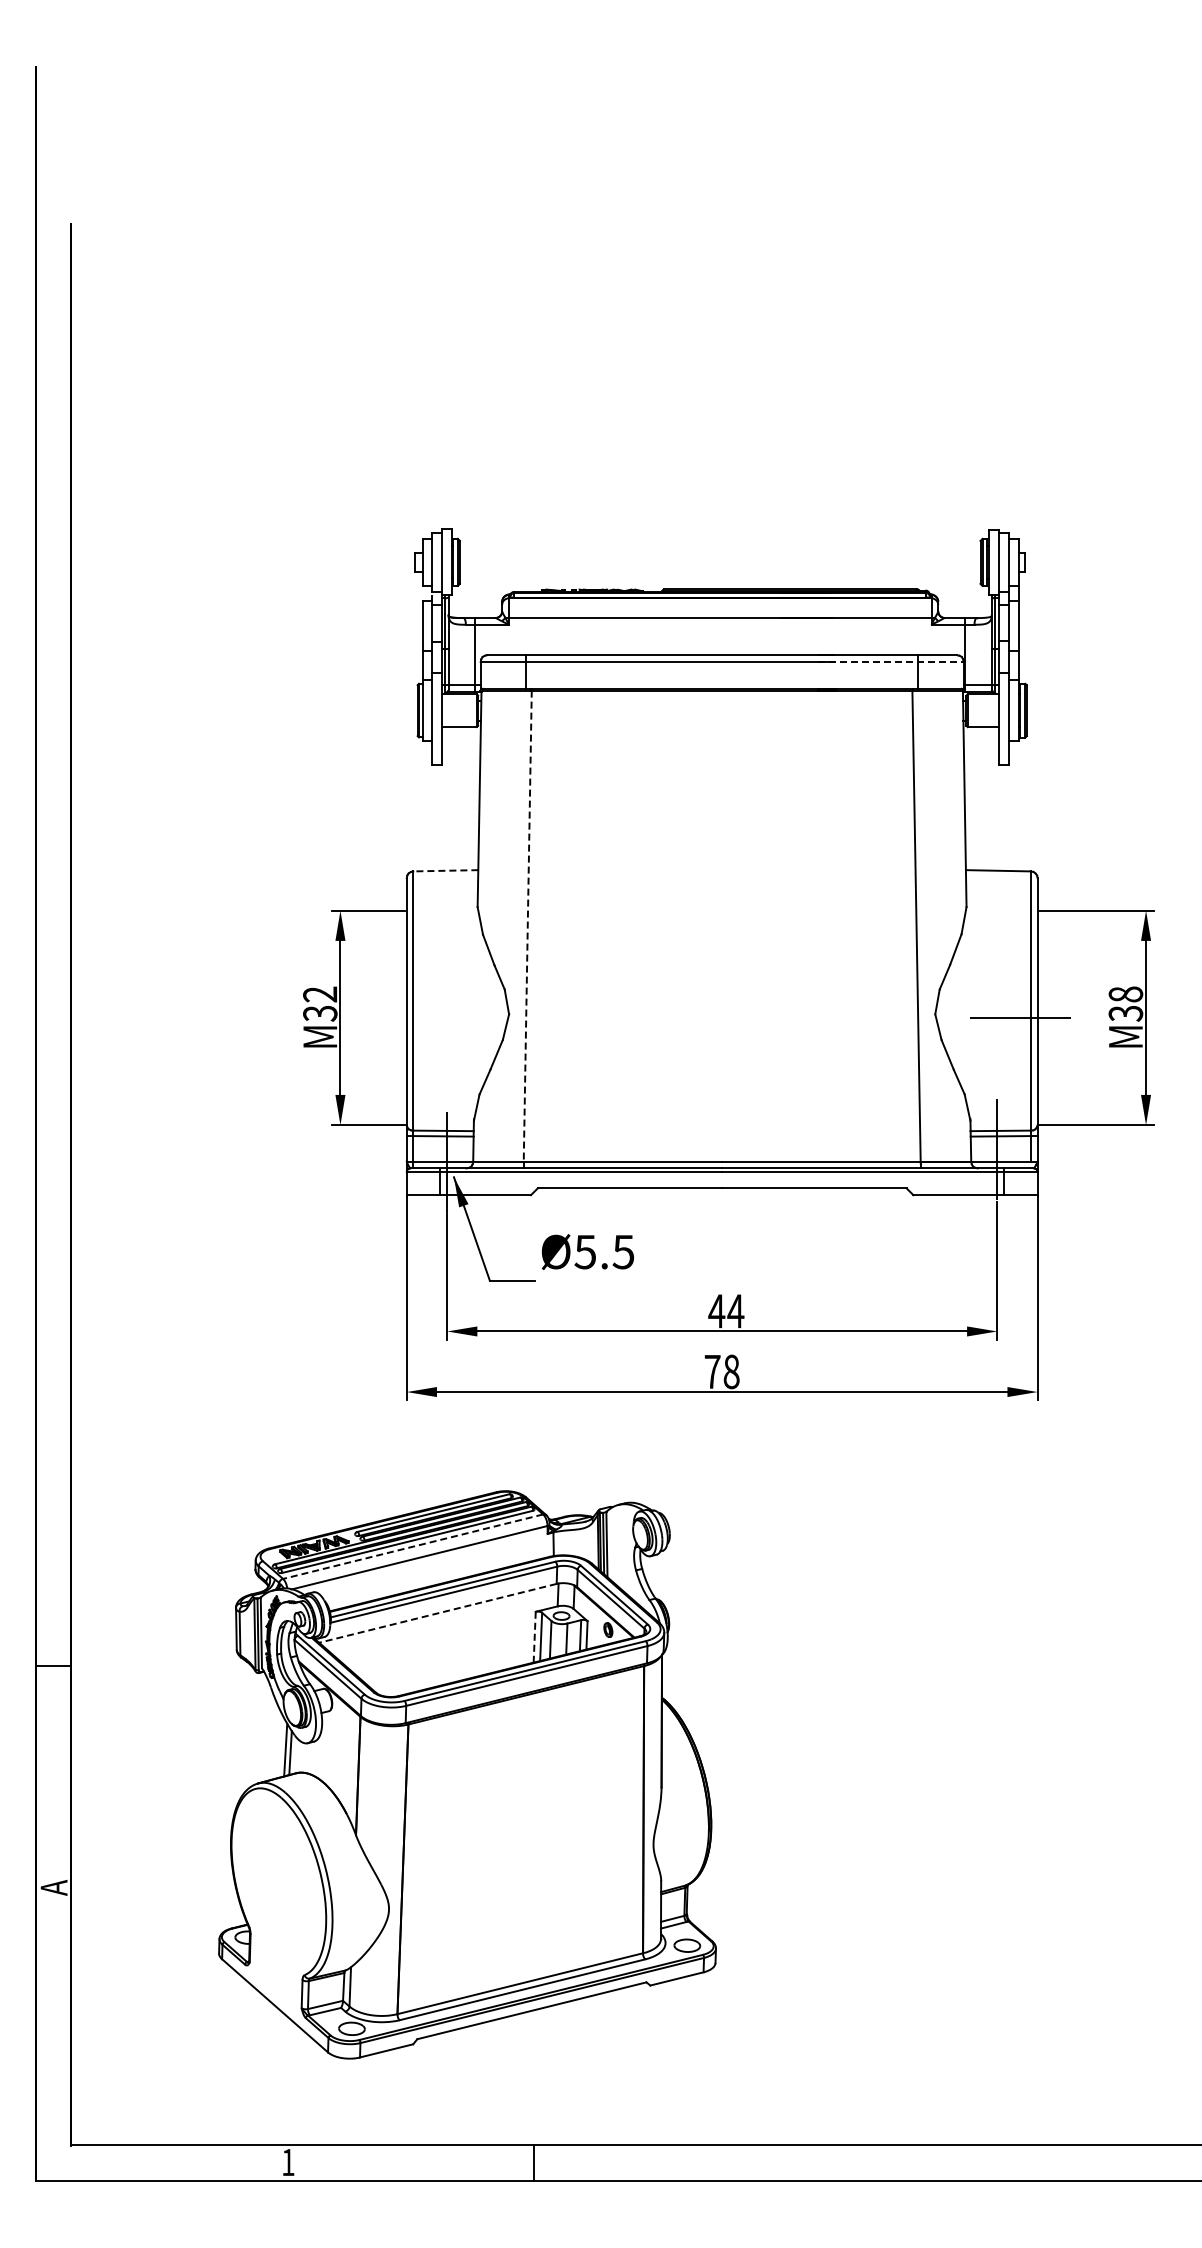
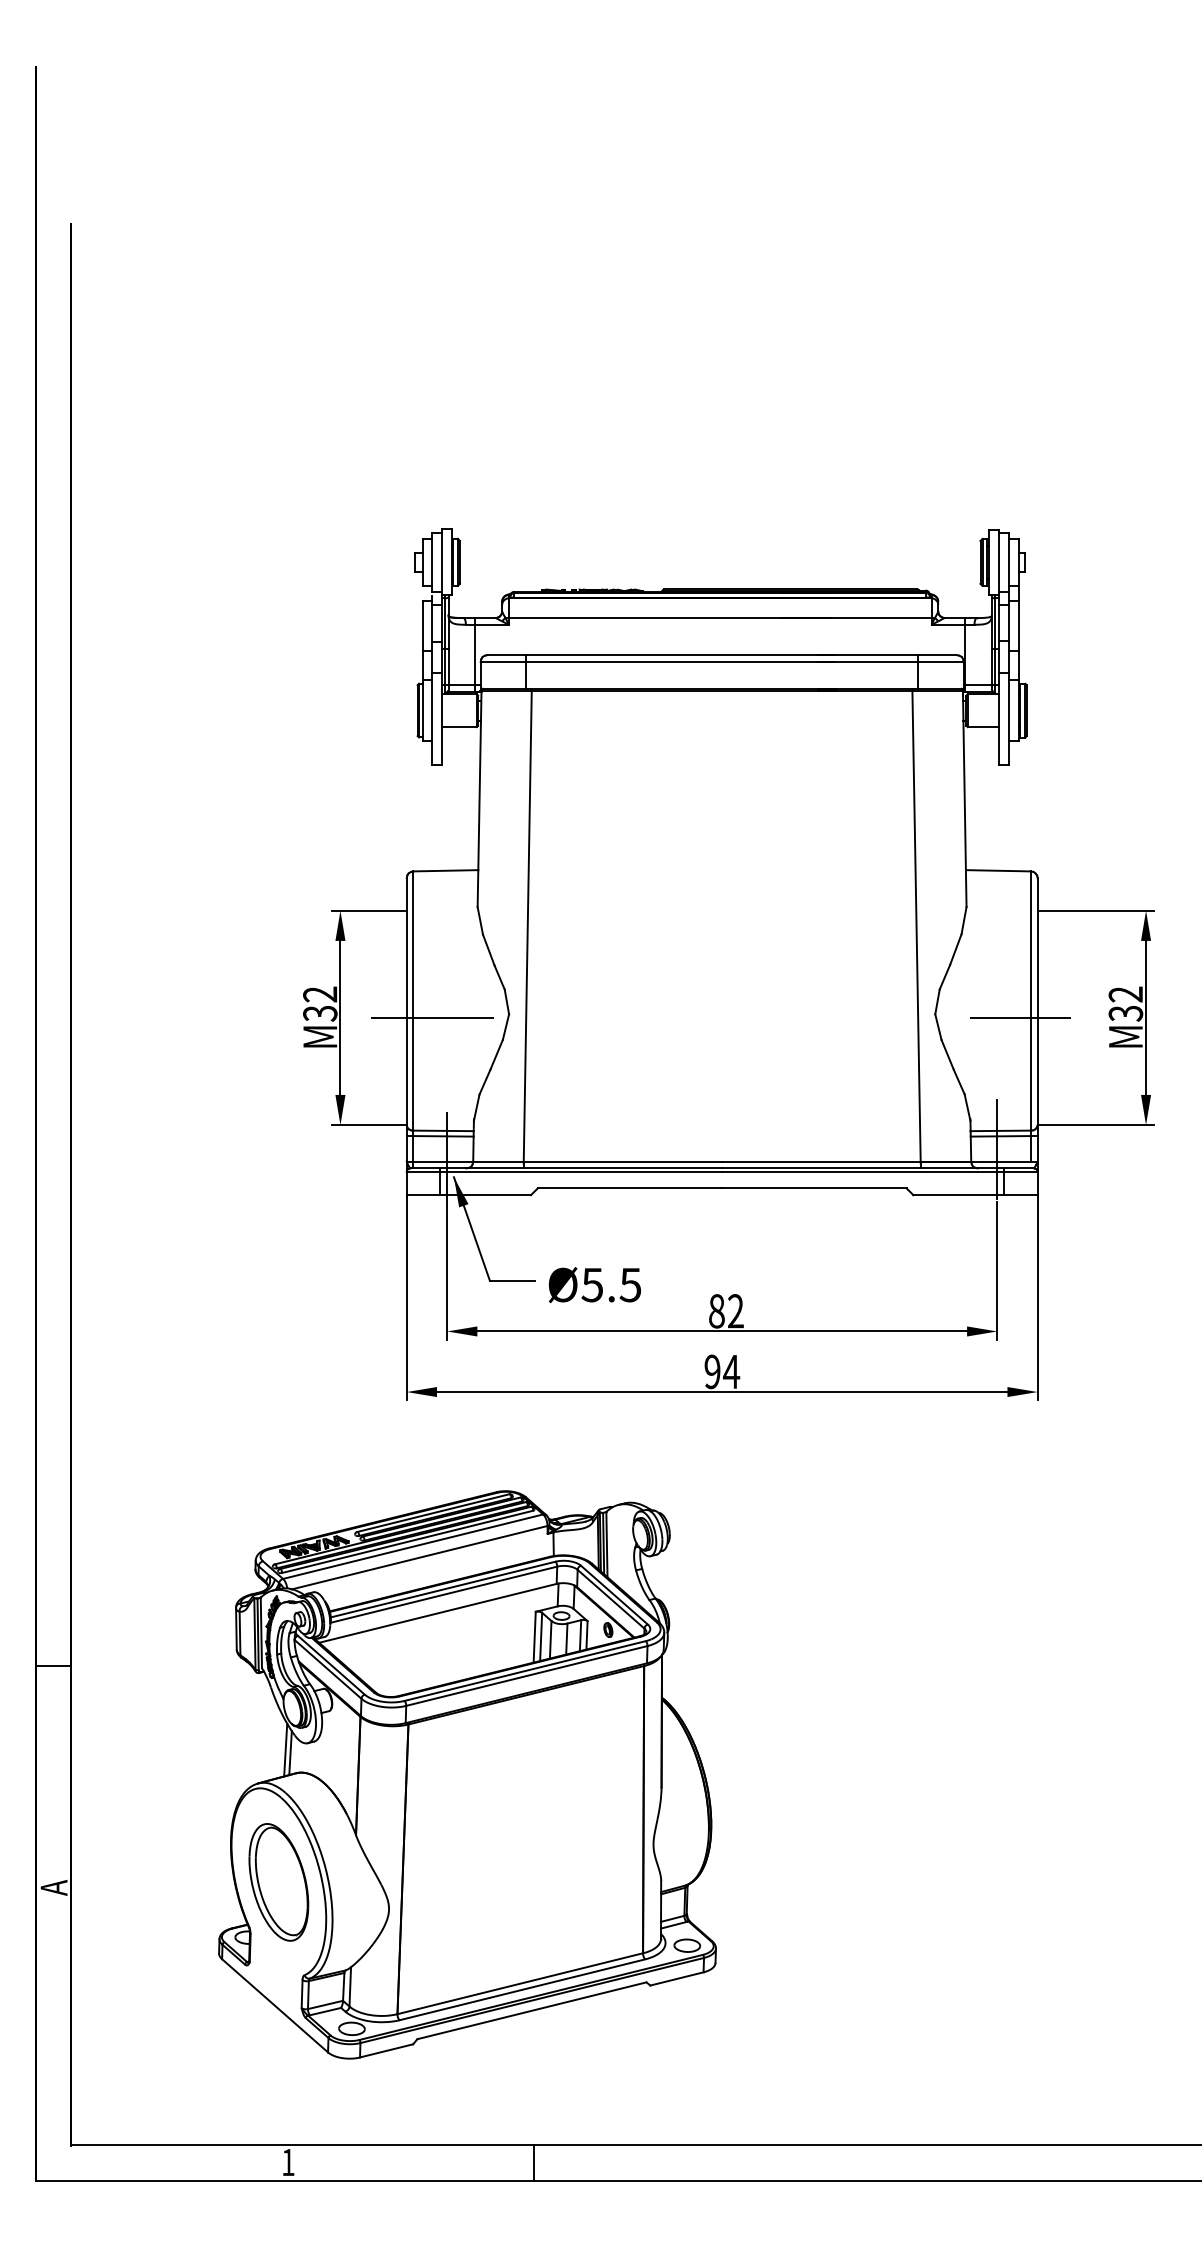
line at (890, 661): dashed -> solid
line at (445, 870): dashed -> solid
line at (527, 927): dashed -> solid
text at (1125, 994): M38 -> M32
line at (432, 1018): none -> present
text at (587, 1251) position: (587, 1251) -> (594, 1284)
text at (726, 1311): 44 -> 82
text at (722, 1371): 78 -> 94
line at (413, 1546): dashed -> solid
line at (437, 1613): dashed -> solid
line at (534, 1637): dashed -> solid
part at (278, 1882): none -> present
